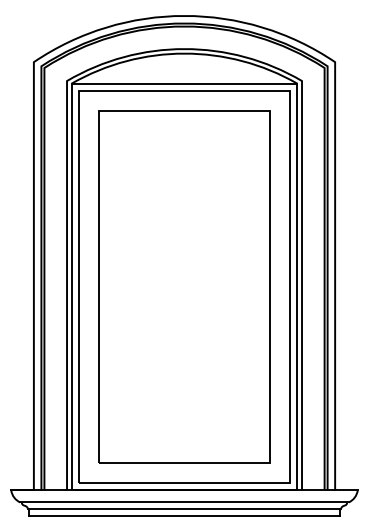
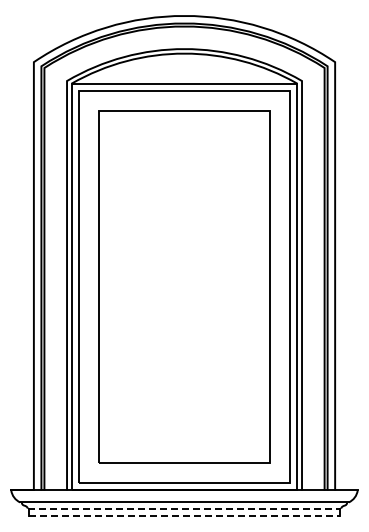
line at (184, 508): solid -> dashed
line at (184, 516): solid -> dashed
